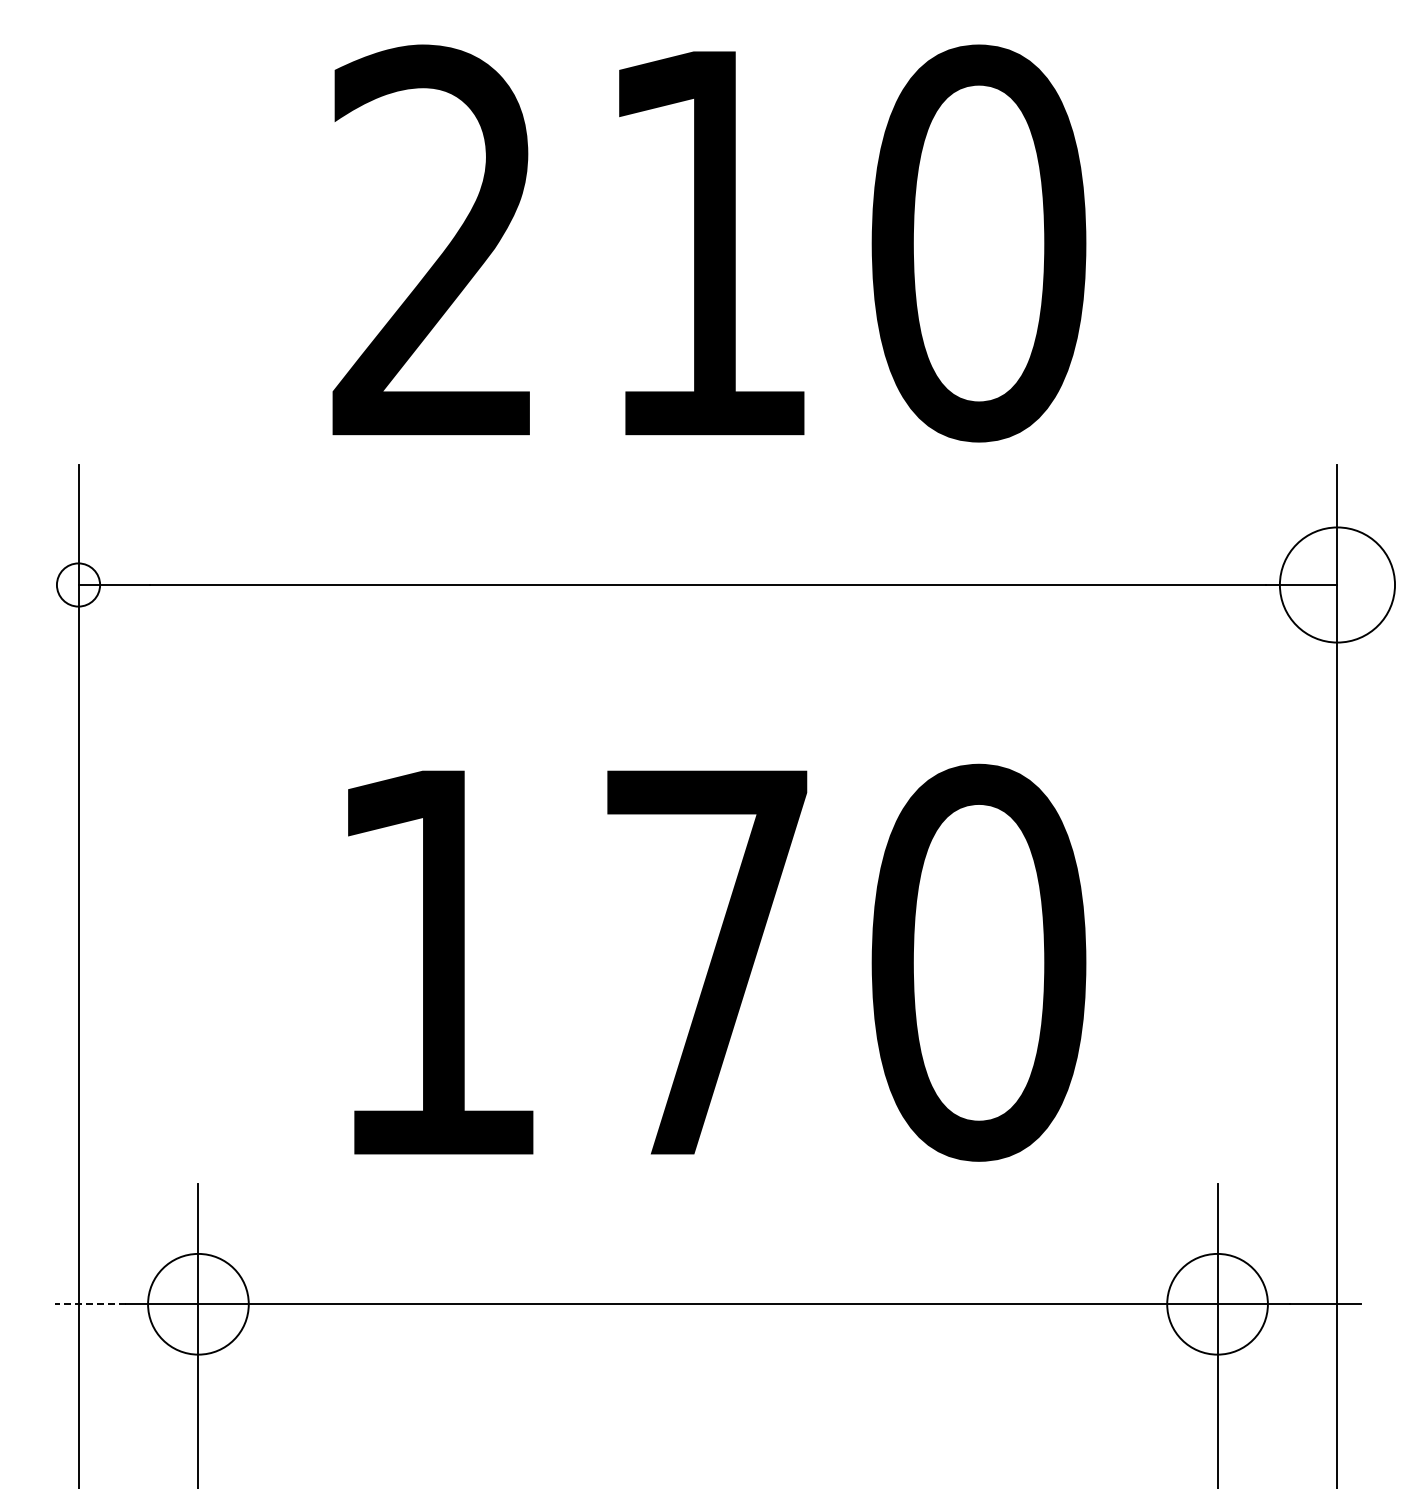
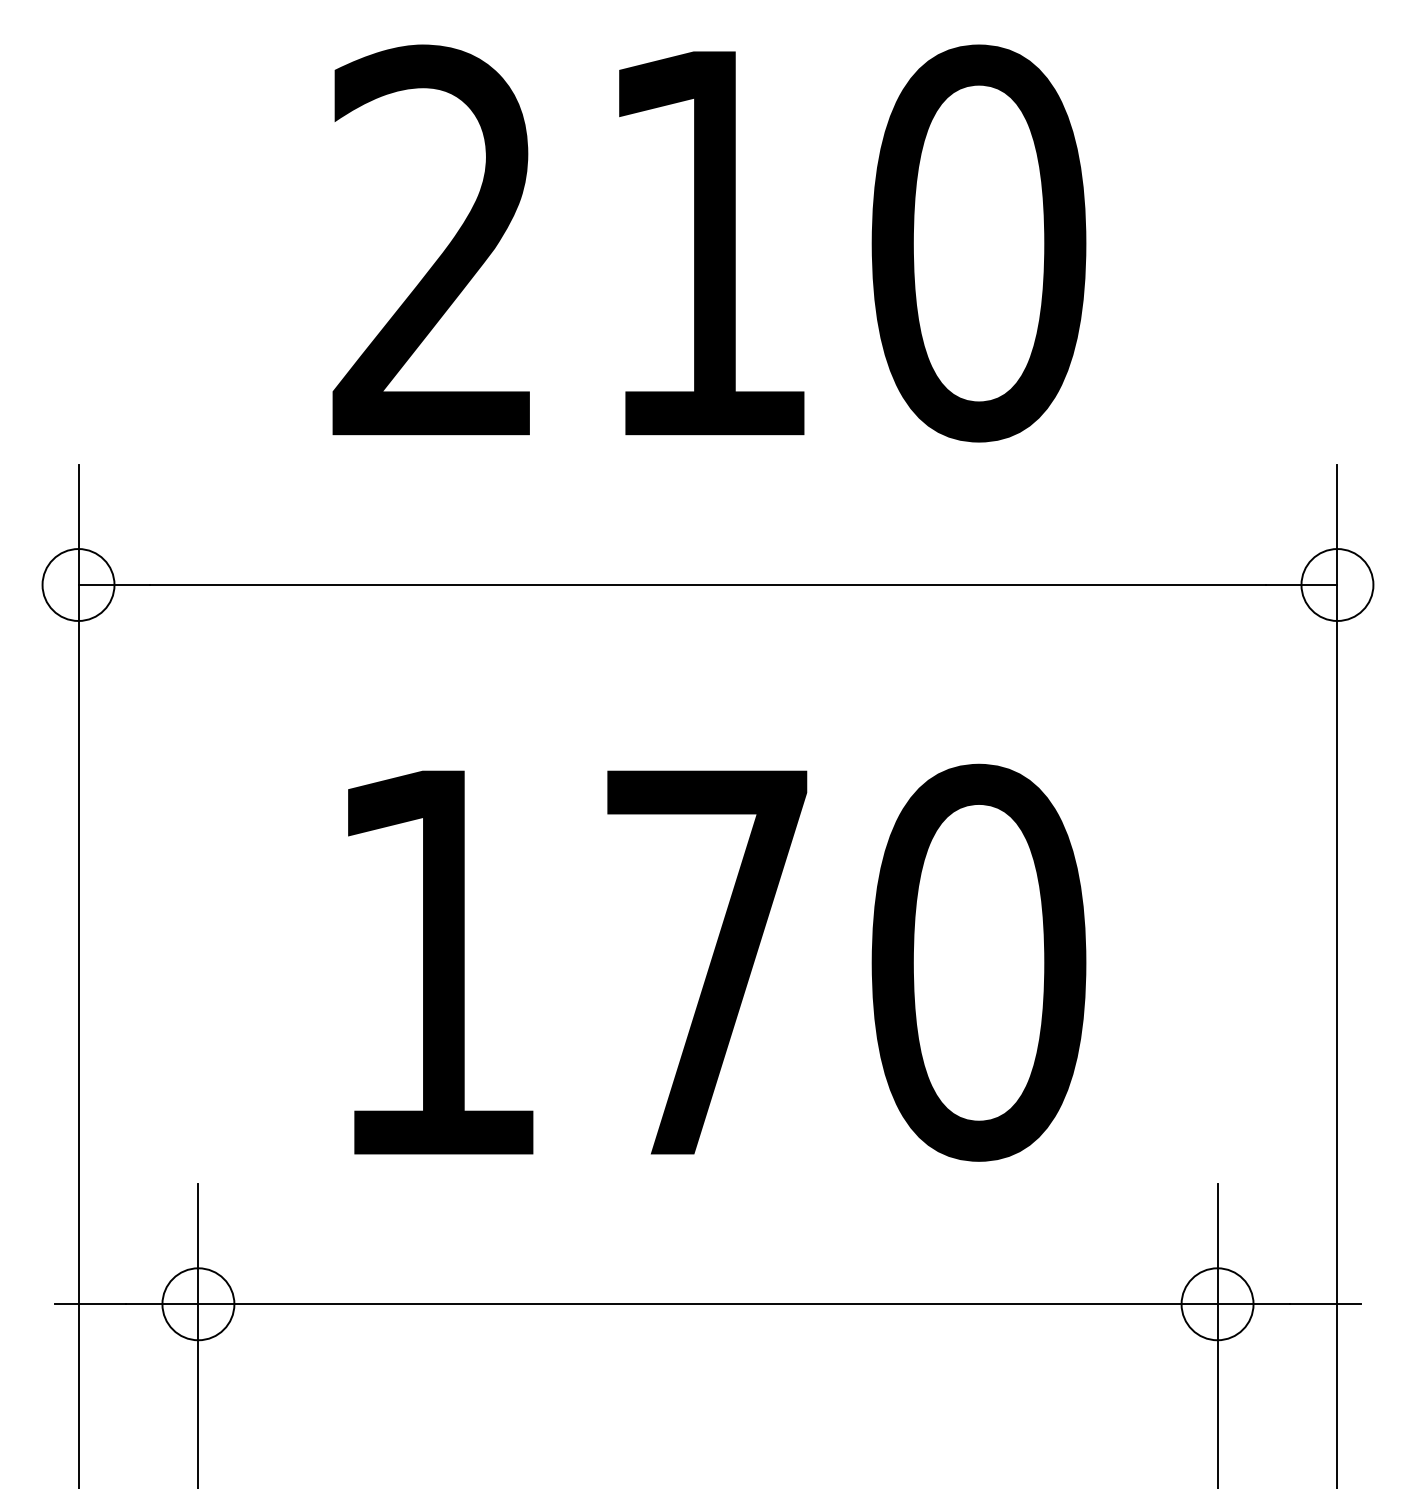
circle at (78, 584) diameter: 43 px -> 72 px
circle at (1337, 584) diameter: 115 px -> 72 px
circle at (198, 1303) diameter: 101 px -> 72 px
circle at (1217, 1303) diameter: 101 px -> 72 px
line at (90, 1304): dashed -> solid
